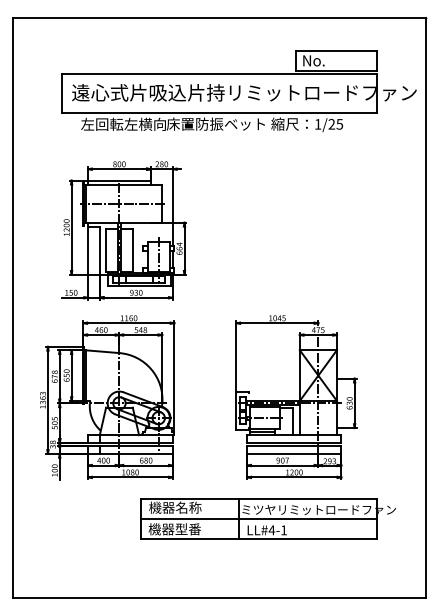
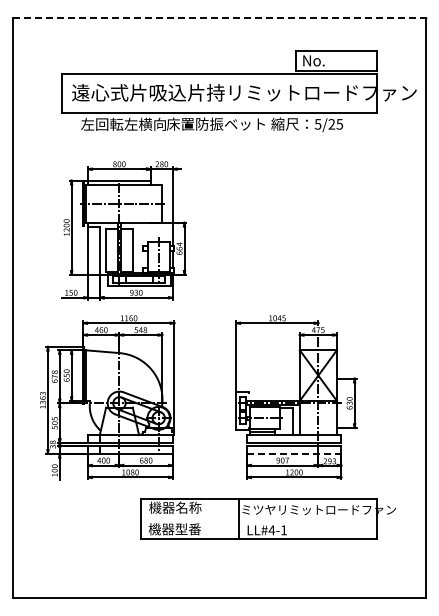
line at (219, 18): solid -> dashed
text at (317, 124): 1/25 -> 5/25
line at (294, 453): solid -> dashed
line at (258, 519): present -> none
